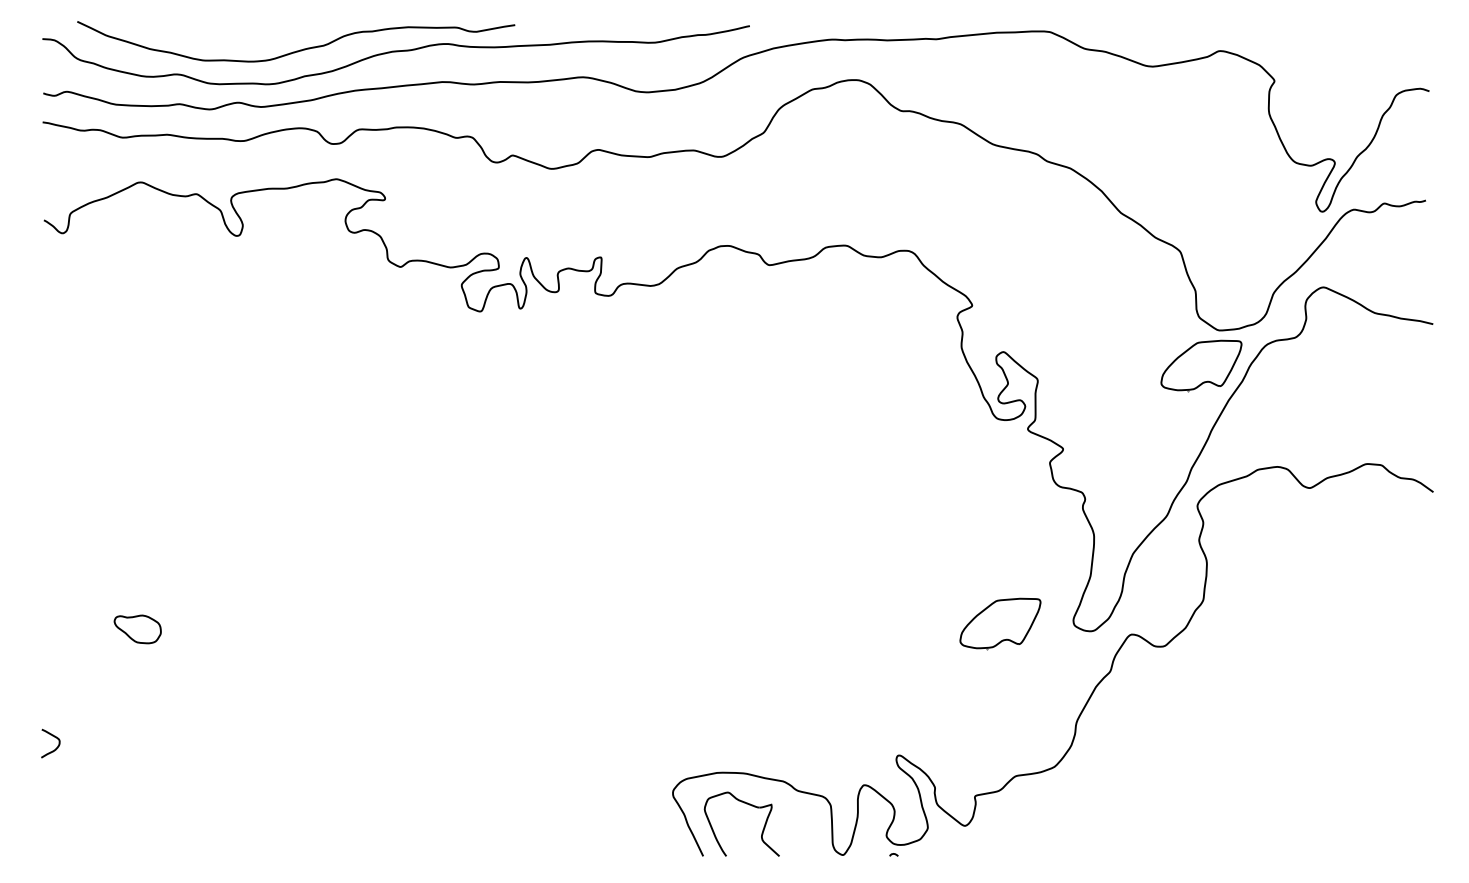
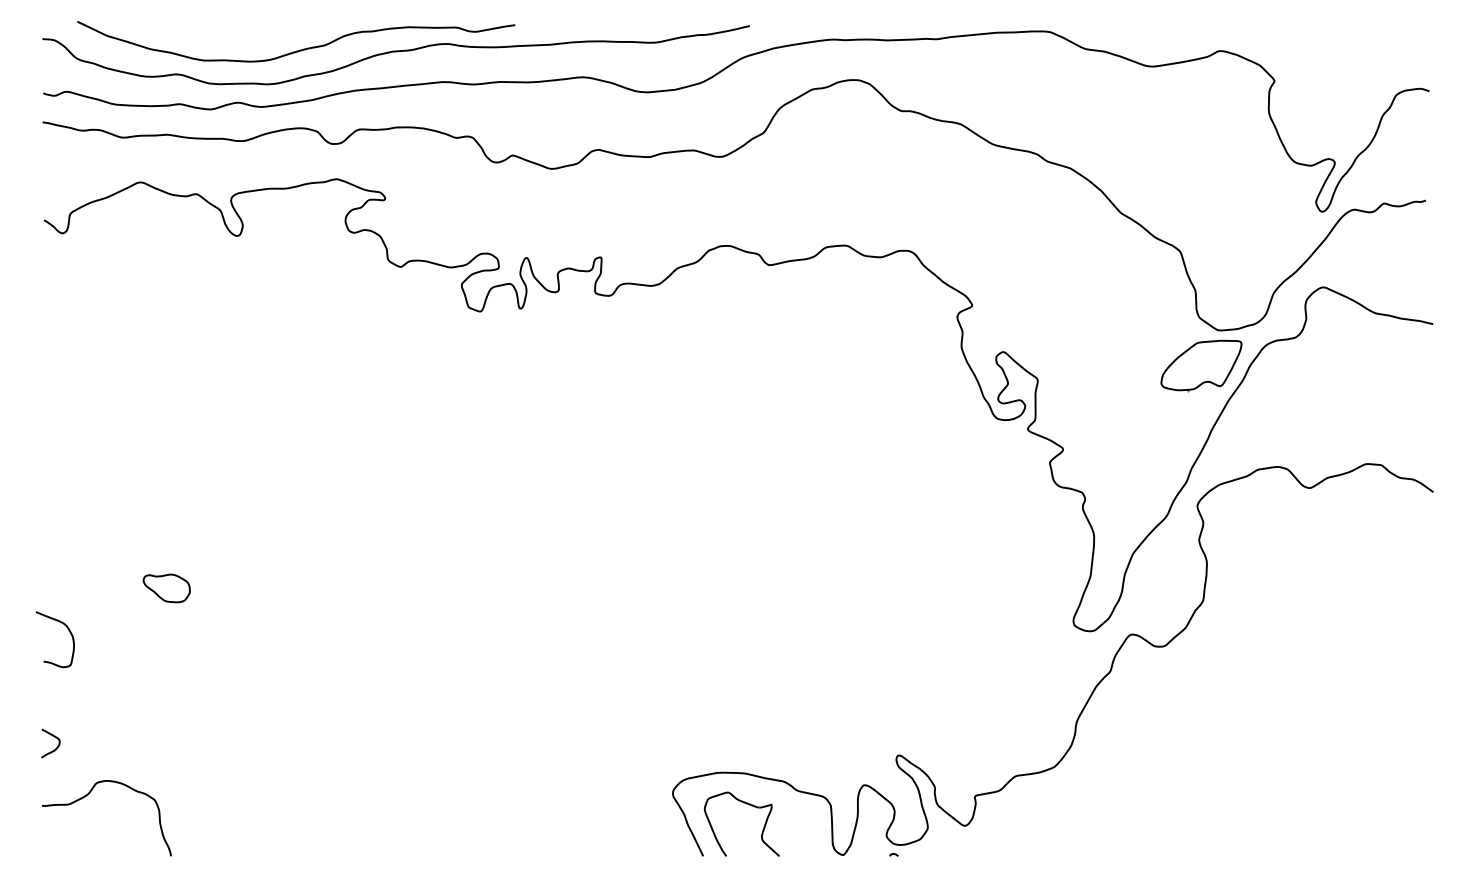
part at (1000, 623): present -> none
curve at (67, 629): none -> present
part at (137, 629) position: (137, 629) -> (166, 588)
curve at (88, 795): none -> present
